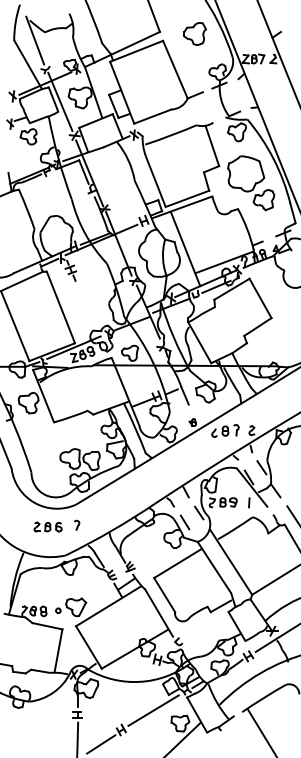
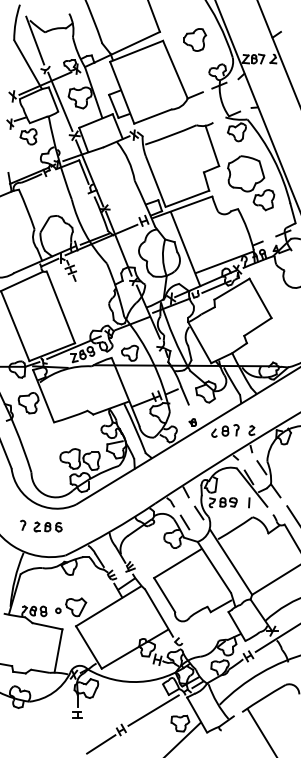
part at (195, 33) position: (195, 33) -> (195, 39)
part at (77, 524) position: (77, 524) -> (23, 524)
line at (77, 738): present -> none
